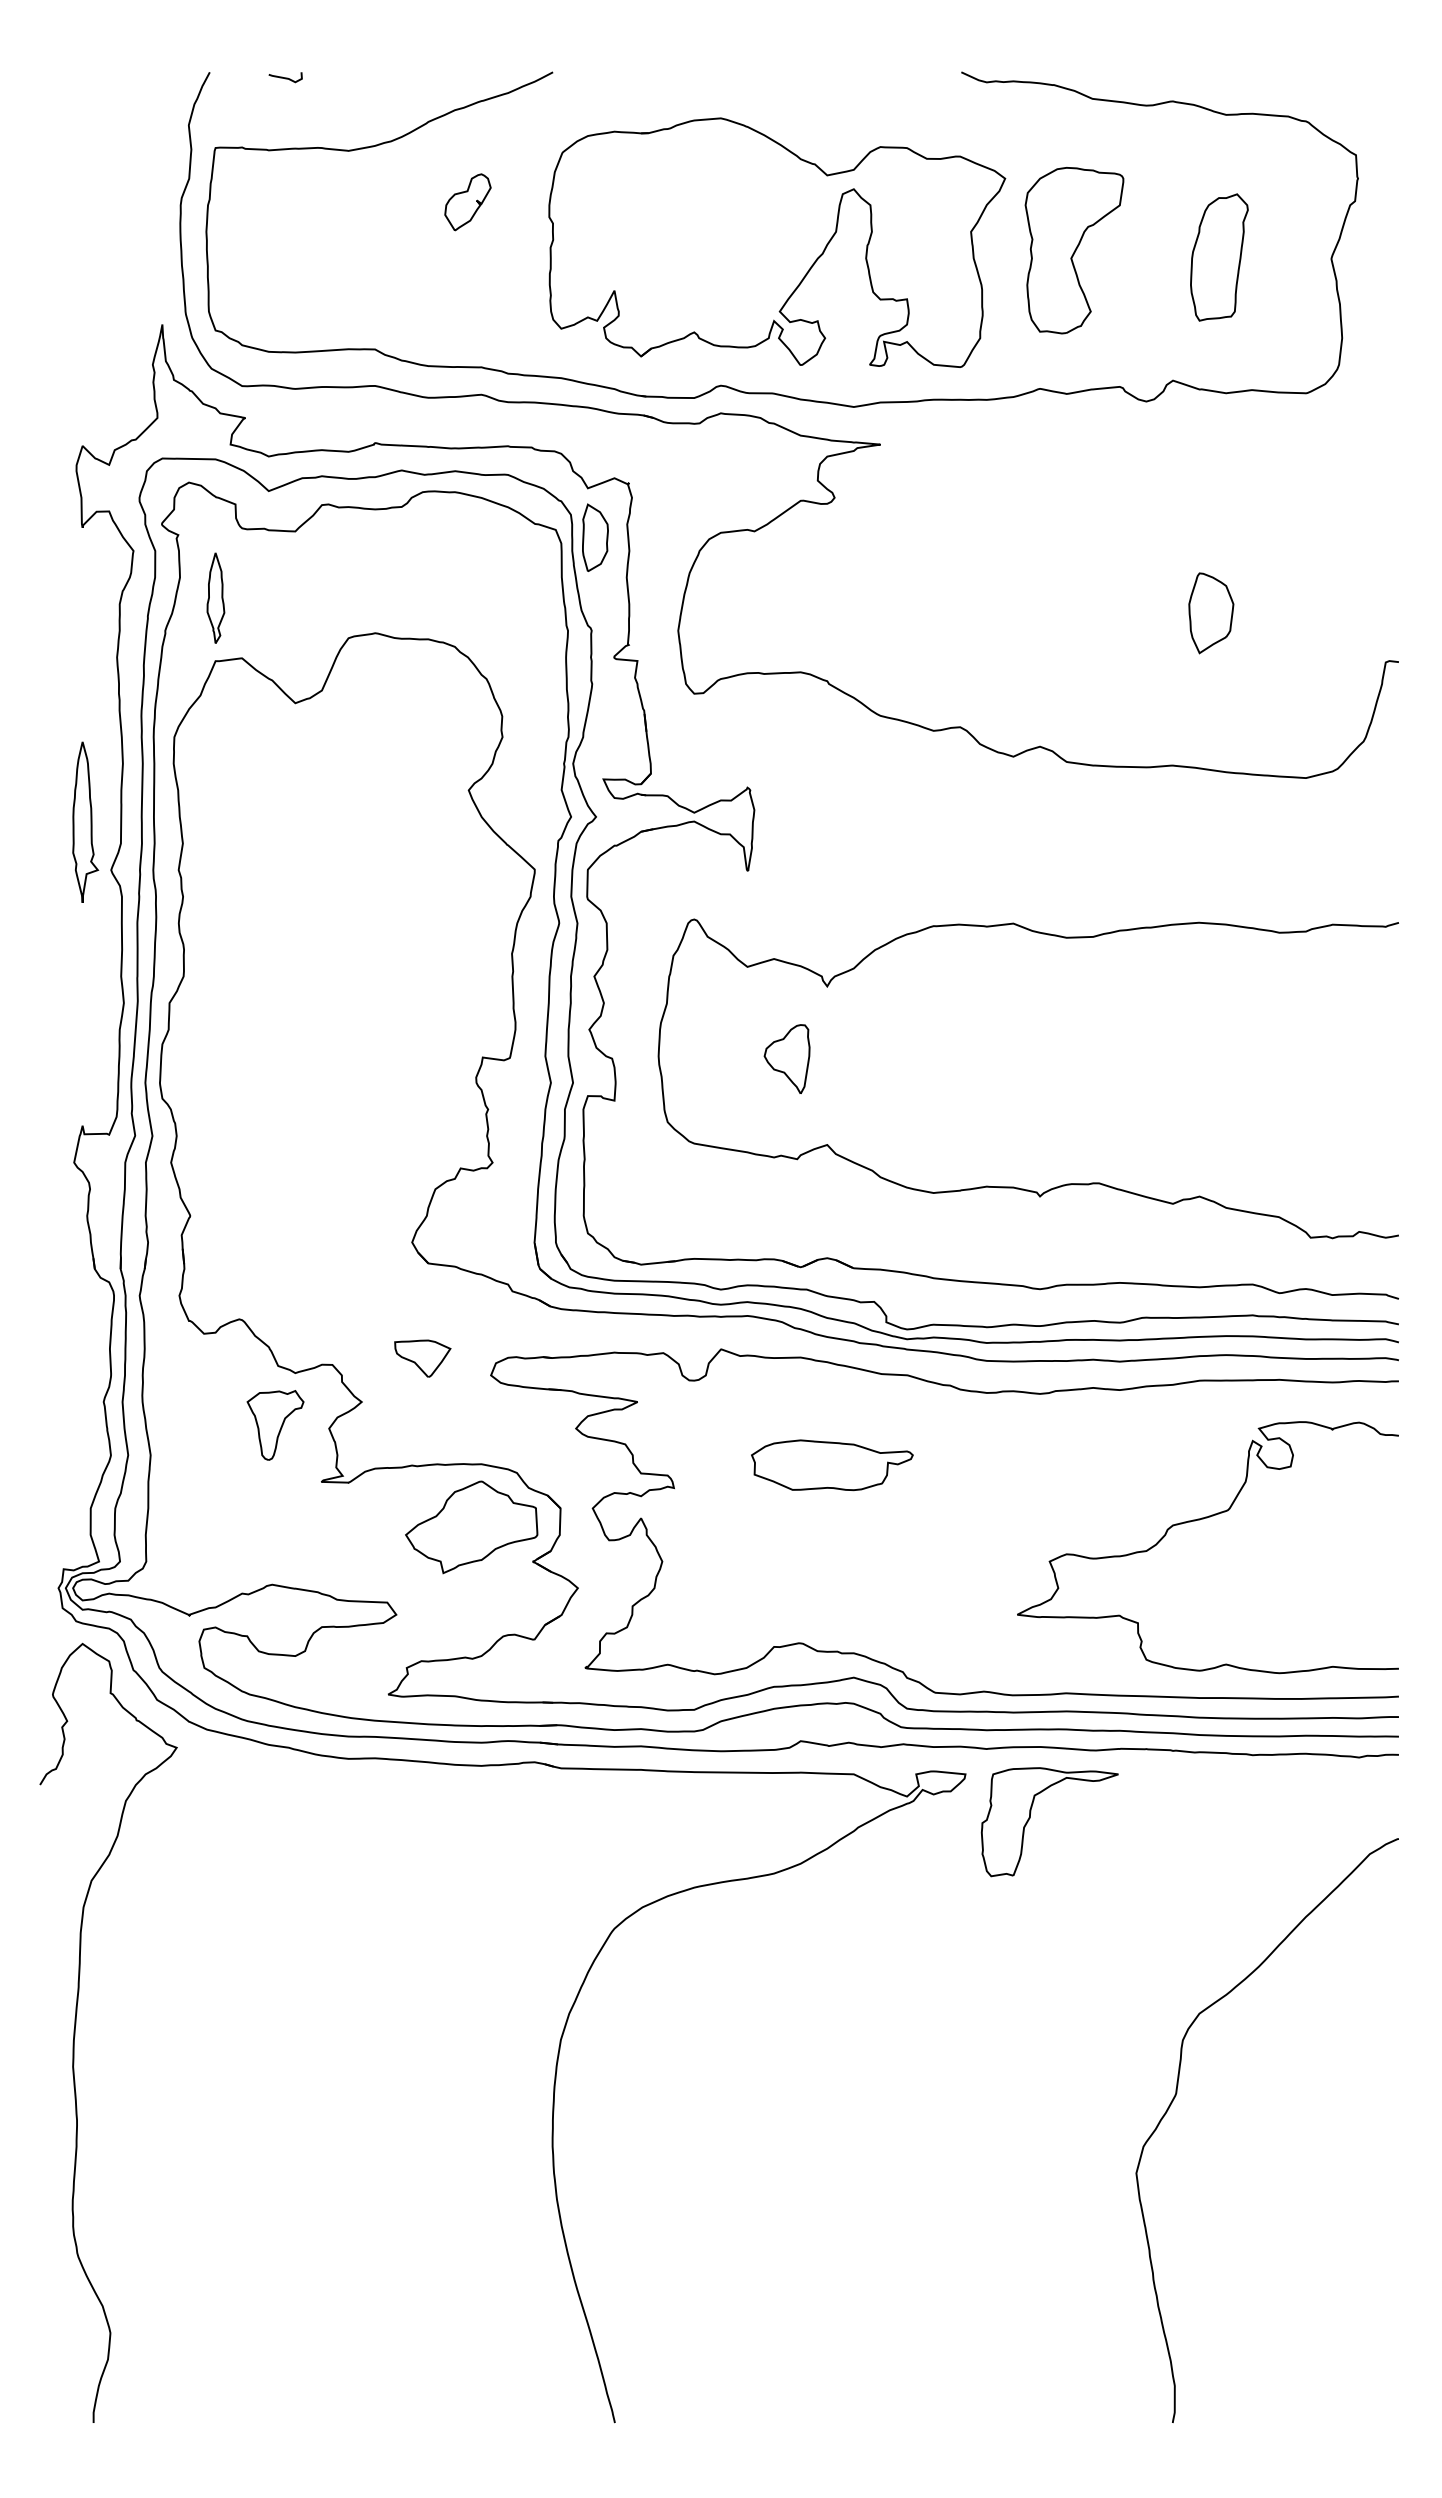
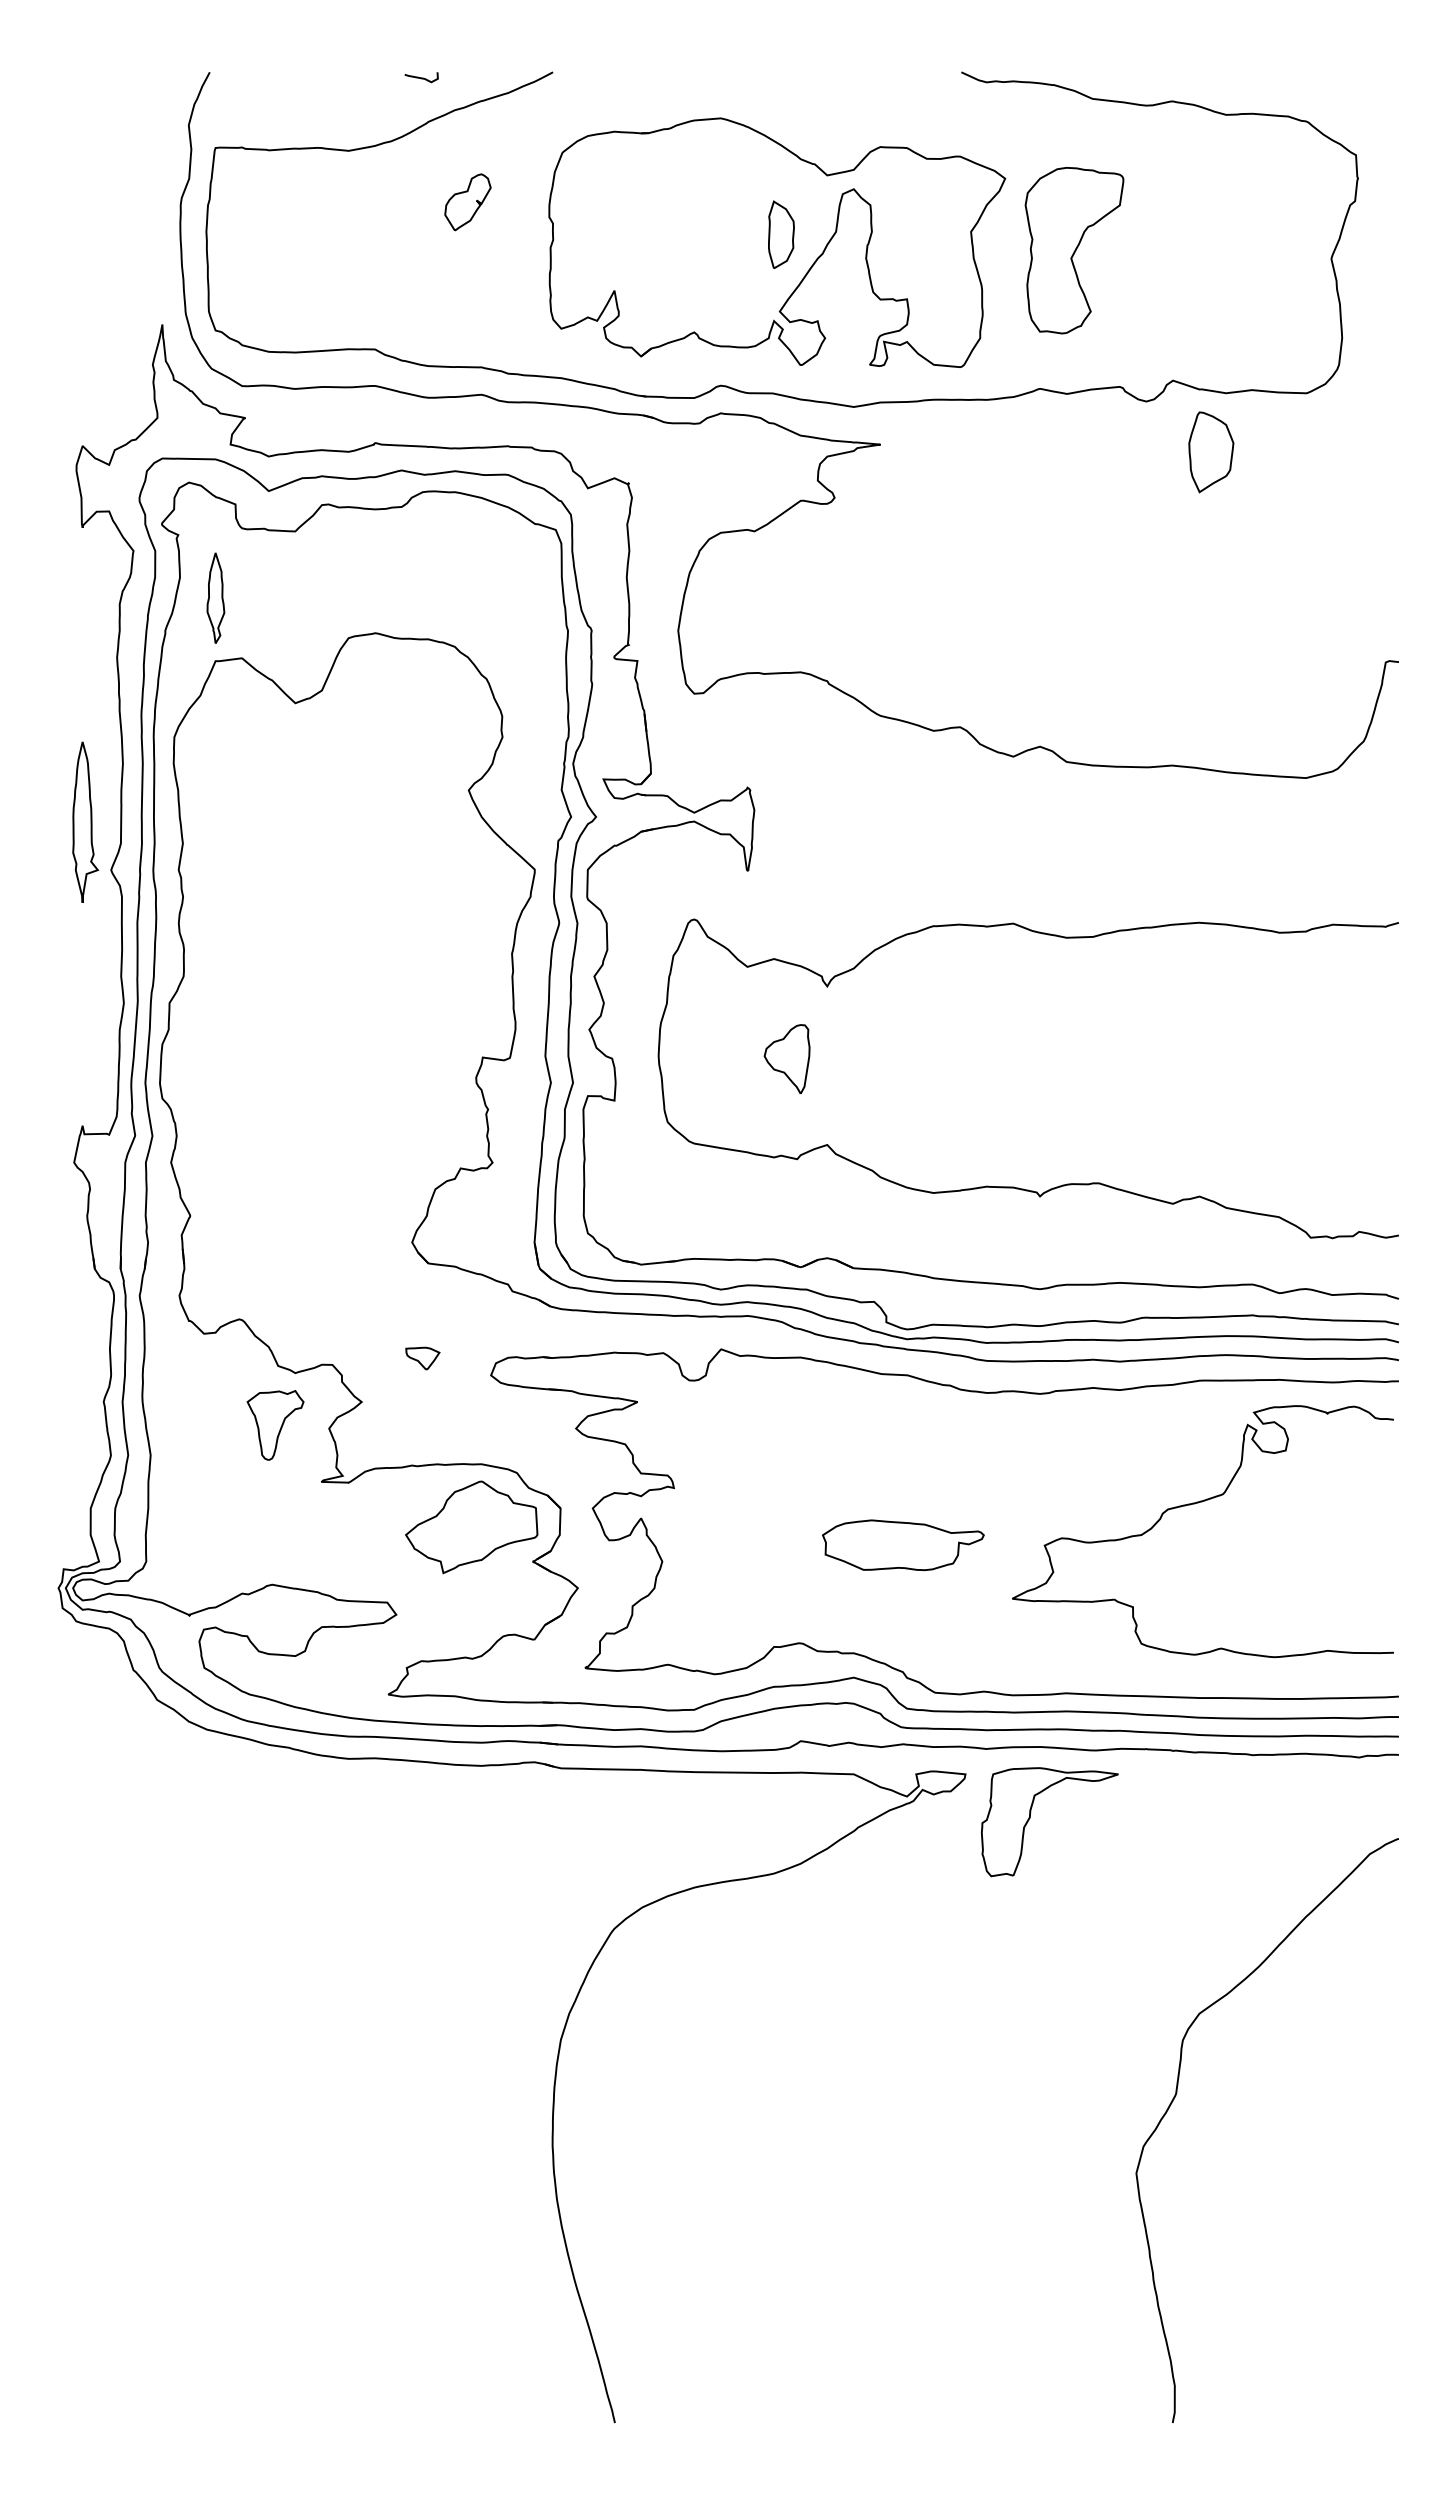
curve at (285, 77) position: (285, 77) -> (421, 77)
part at (1219, 257): present -> none
part at (595, 537) position: (595, 537) -> (781, 234)
part at (1211, 613) position: (1211, 613) -> (1211, 452)
part at (422, 1358) size: 58x39 px -> 36x25 px
part at (832, 1465) position: (832, 1465) -> (903, 1545)
curve at (1199, 1520) position: (1199, 1520) -> (1194, 1504)
curve at (76, 2024): present -> none
